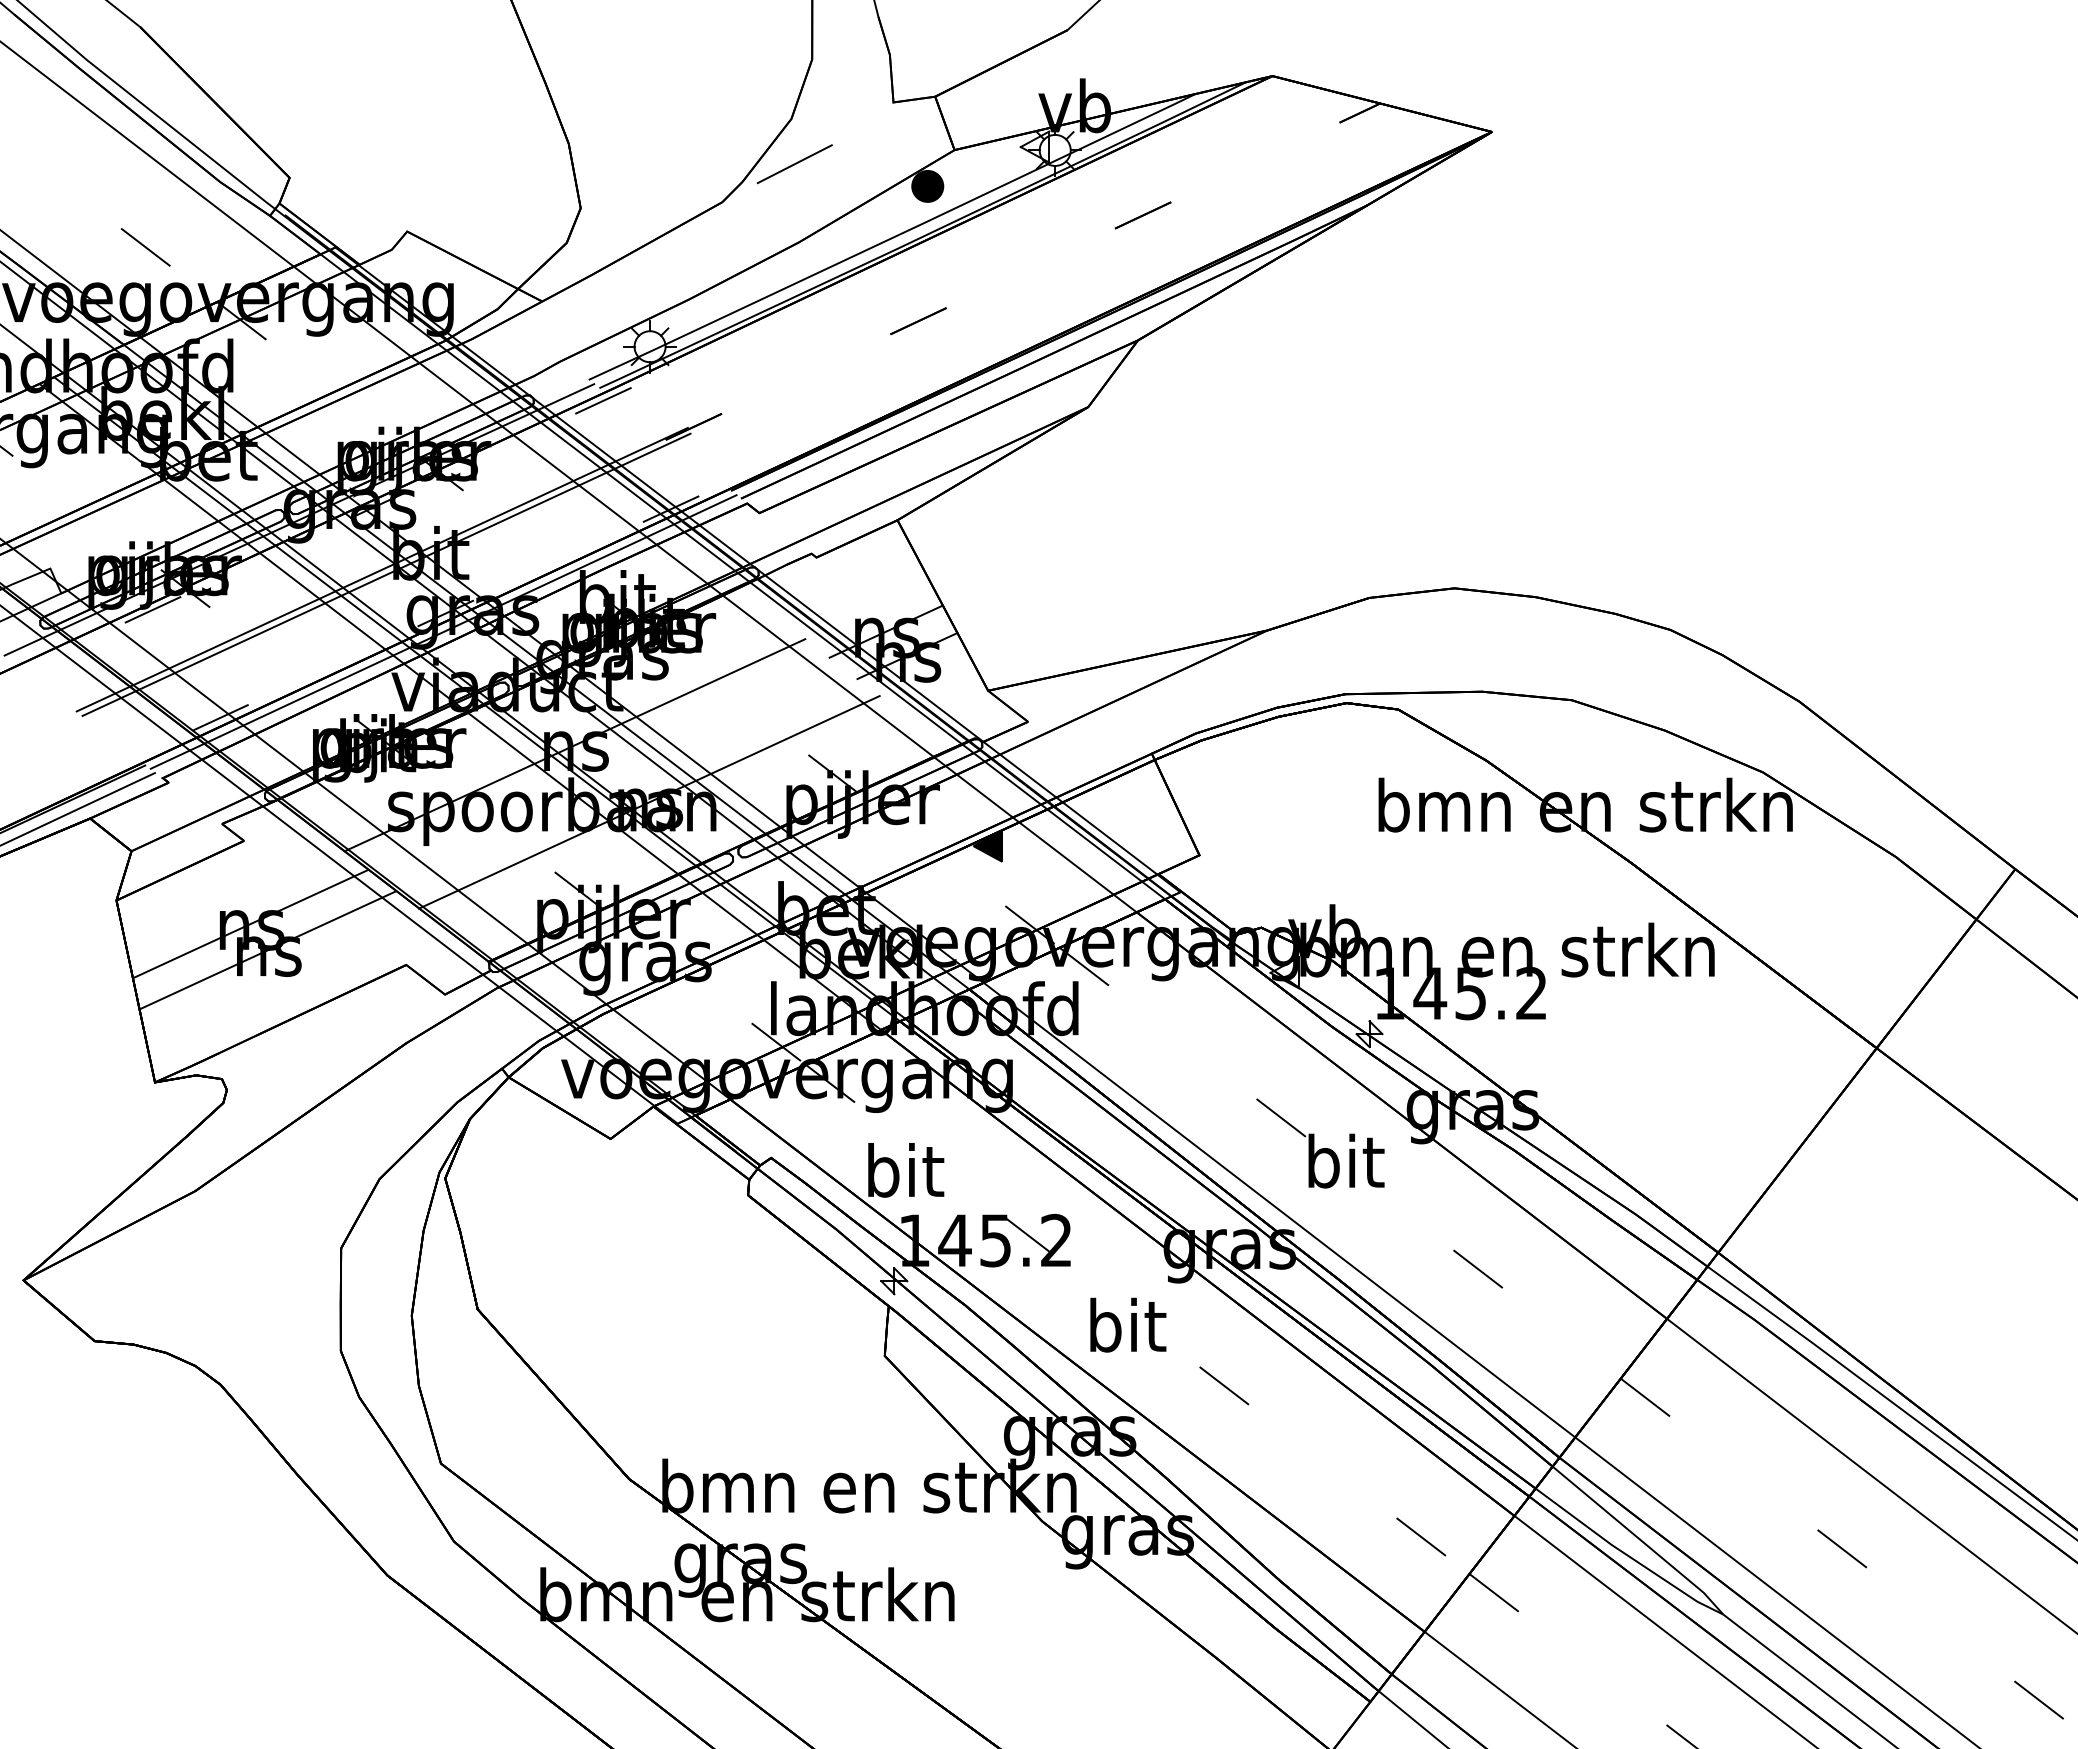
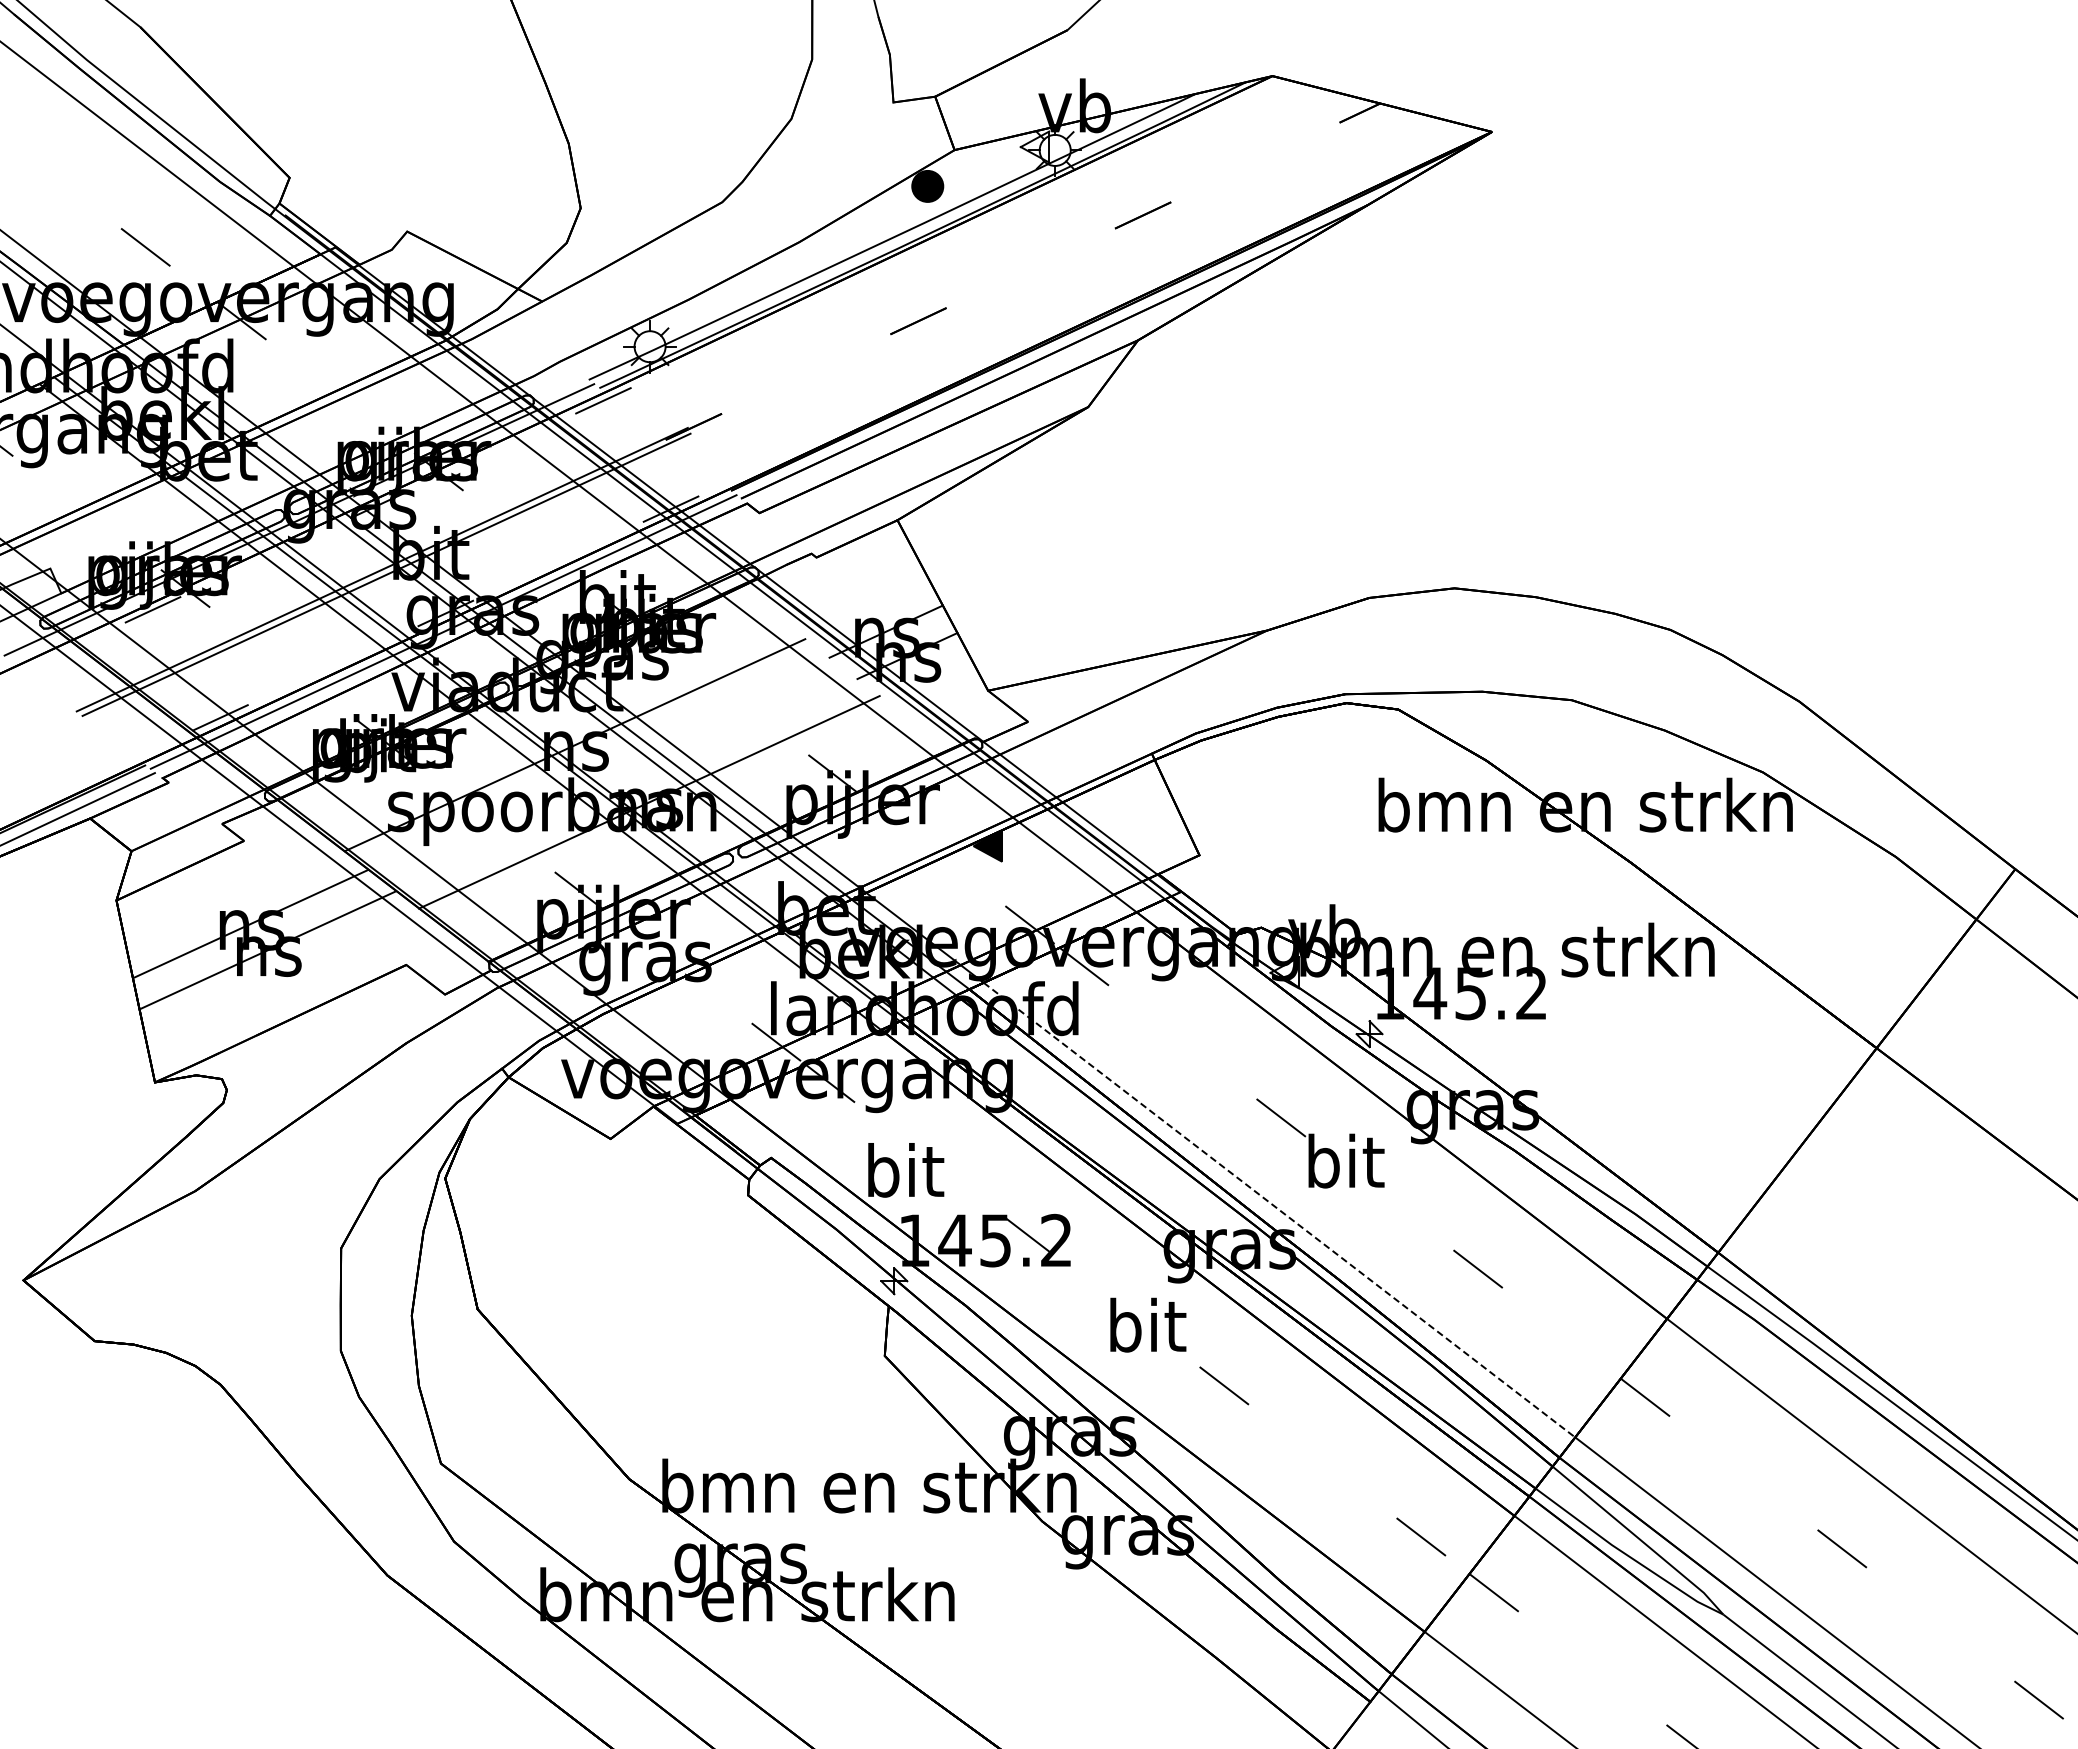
line at (794, 164): present -> none
line at (1279, 1210): solid -> dashed
text at (1128, 1324) position: (1128, 1324) -> (1148, 1324)
